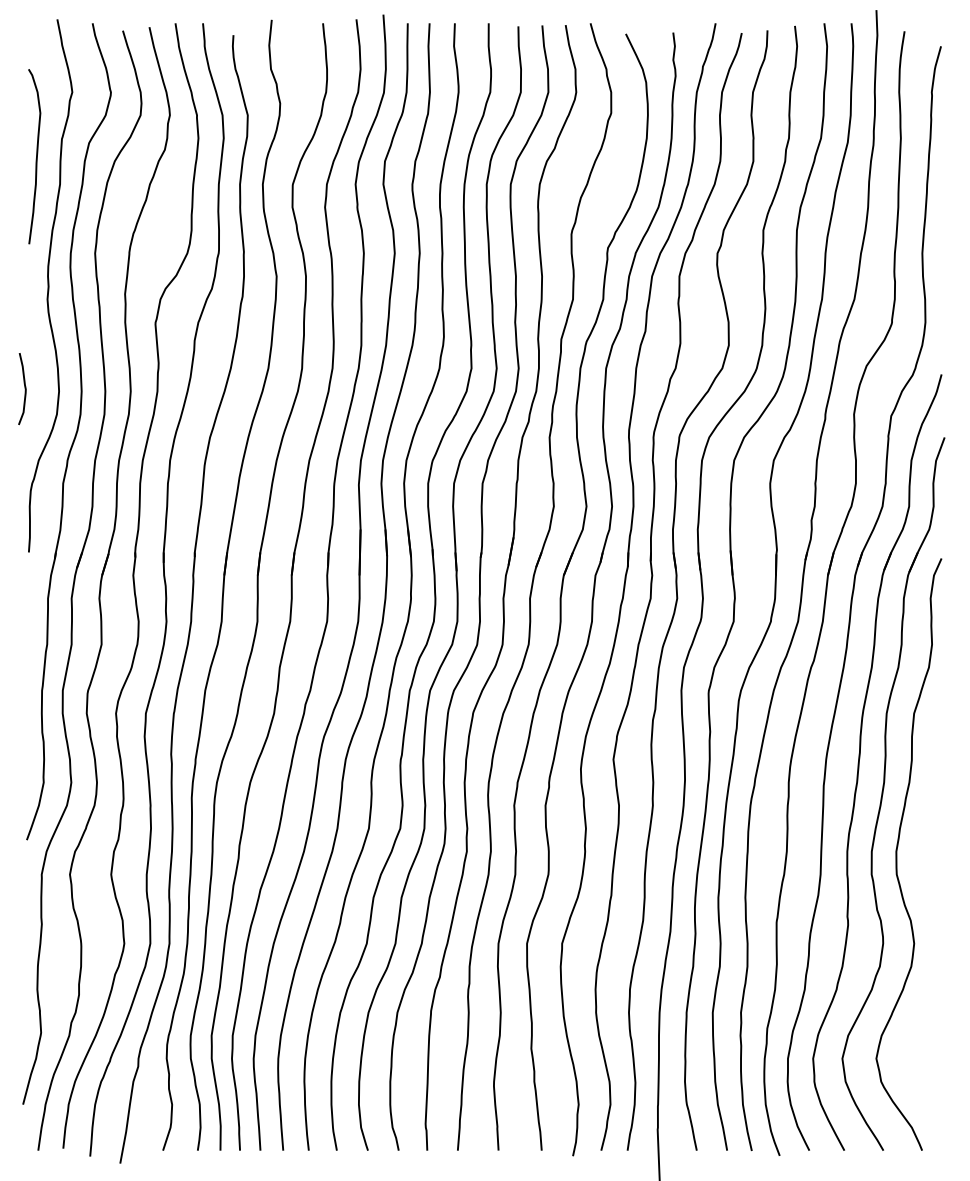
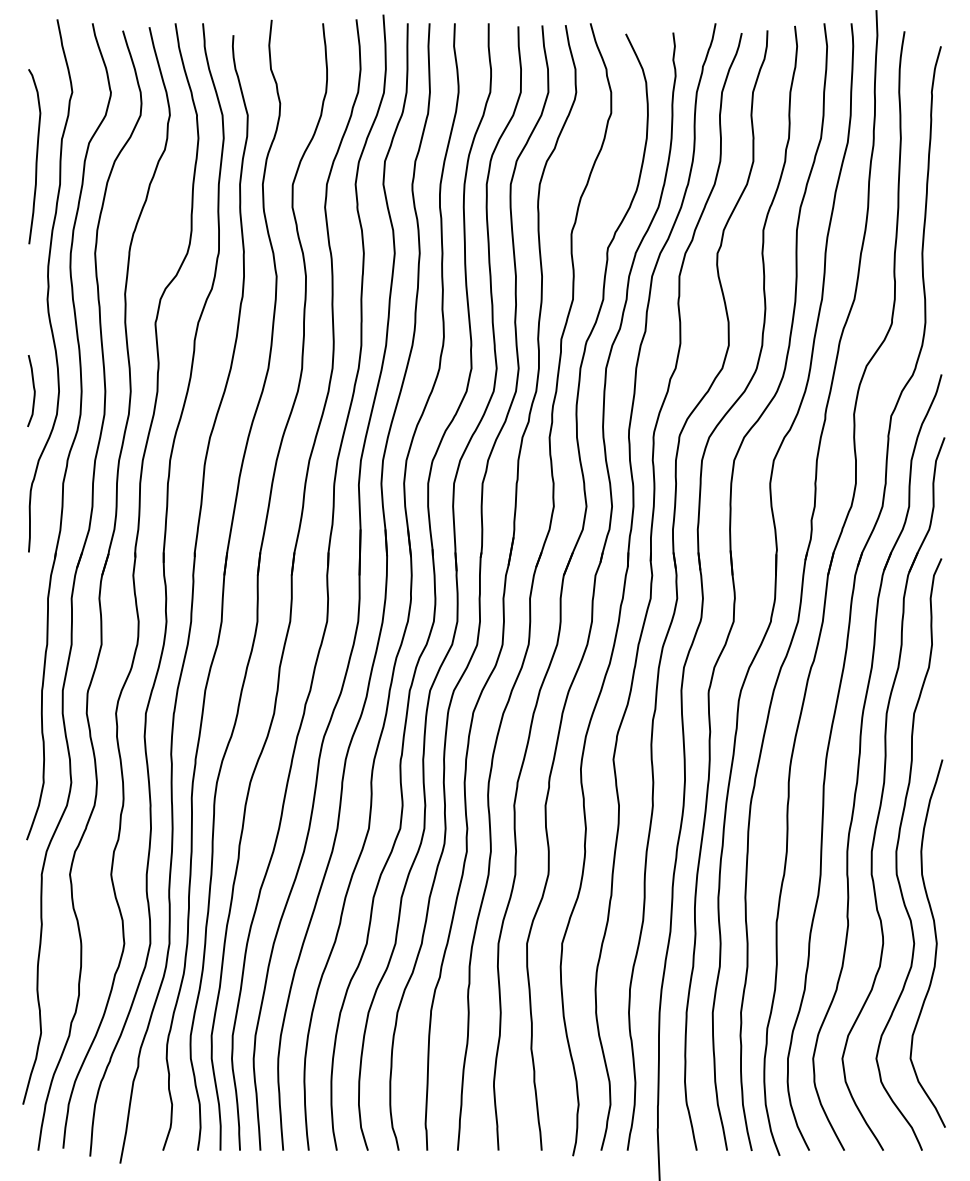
curve at (24, 389) position: (24, 389) -> (33, 391)
curve at (935, 943): none -> present
